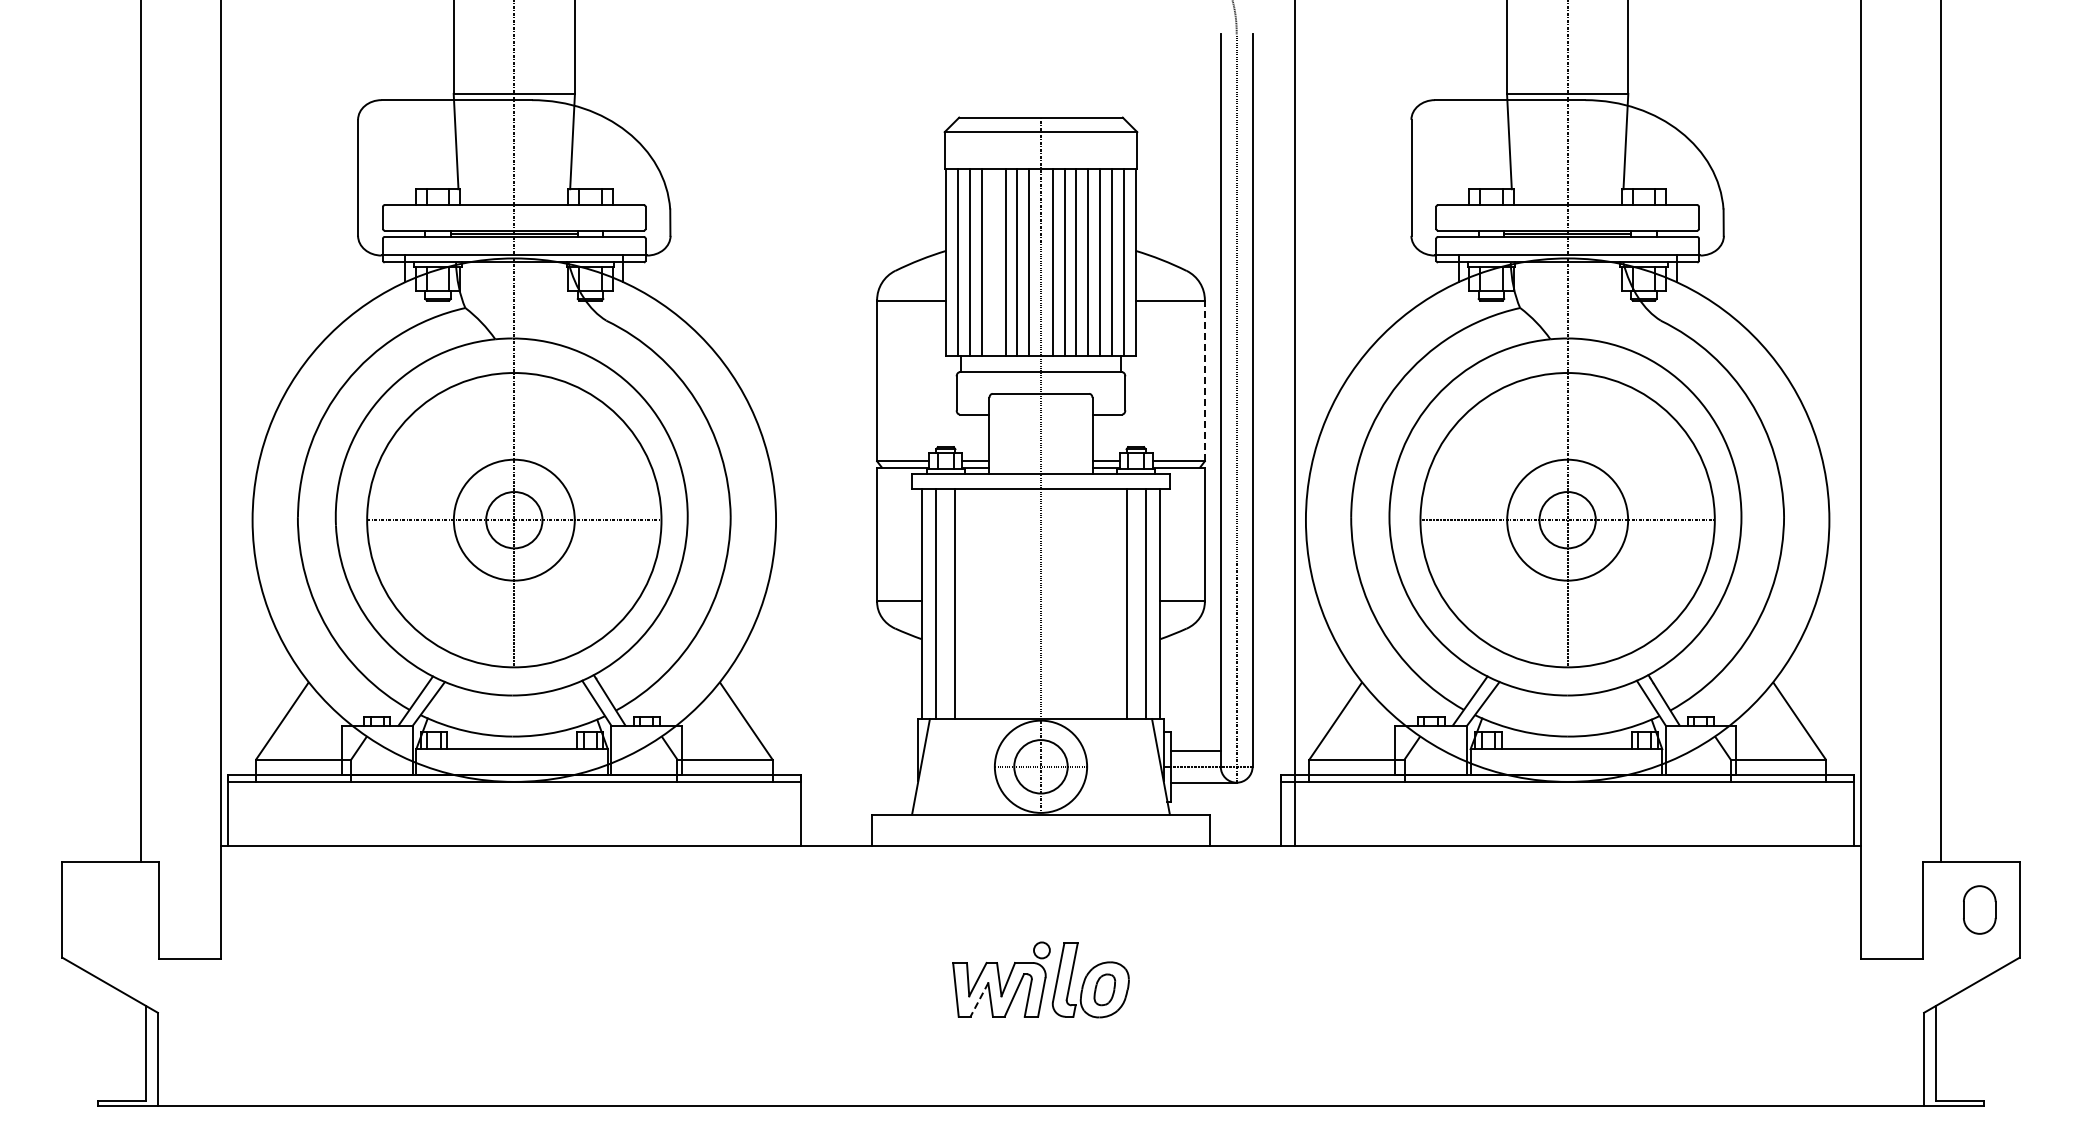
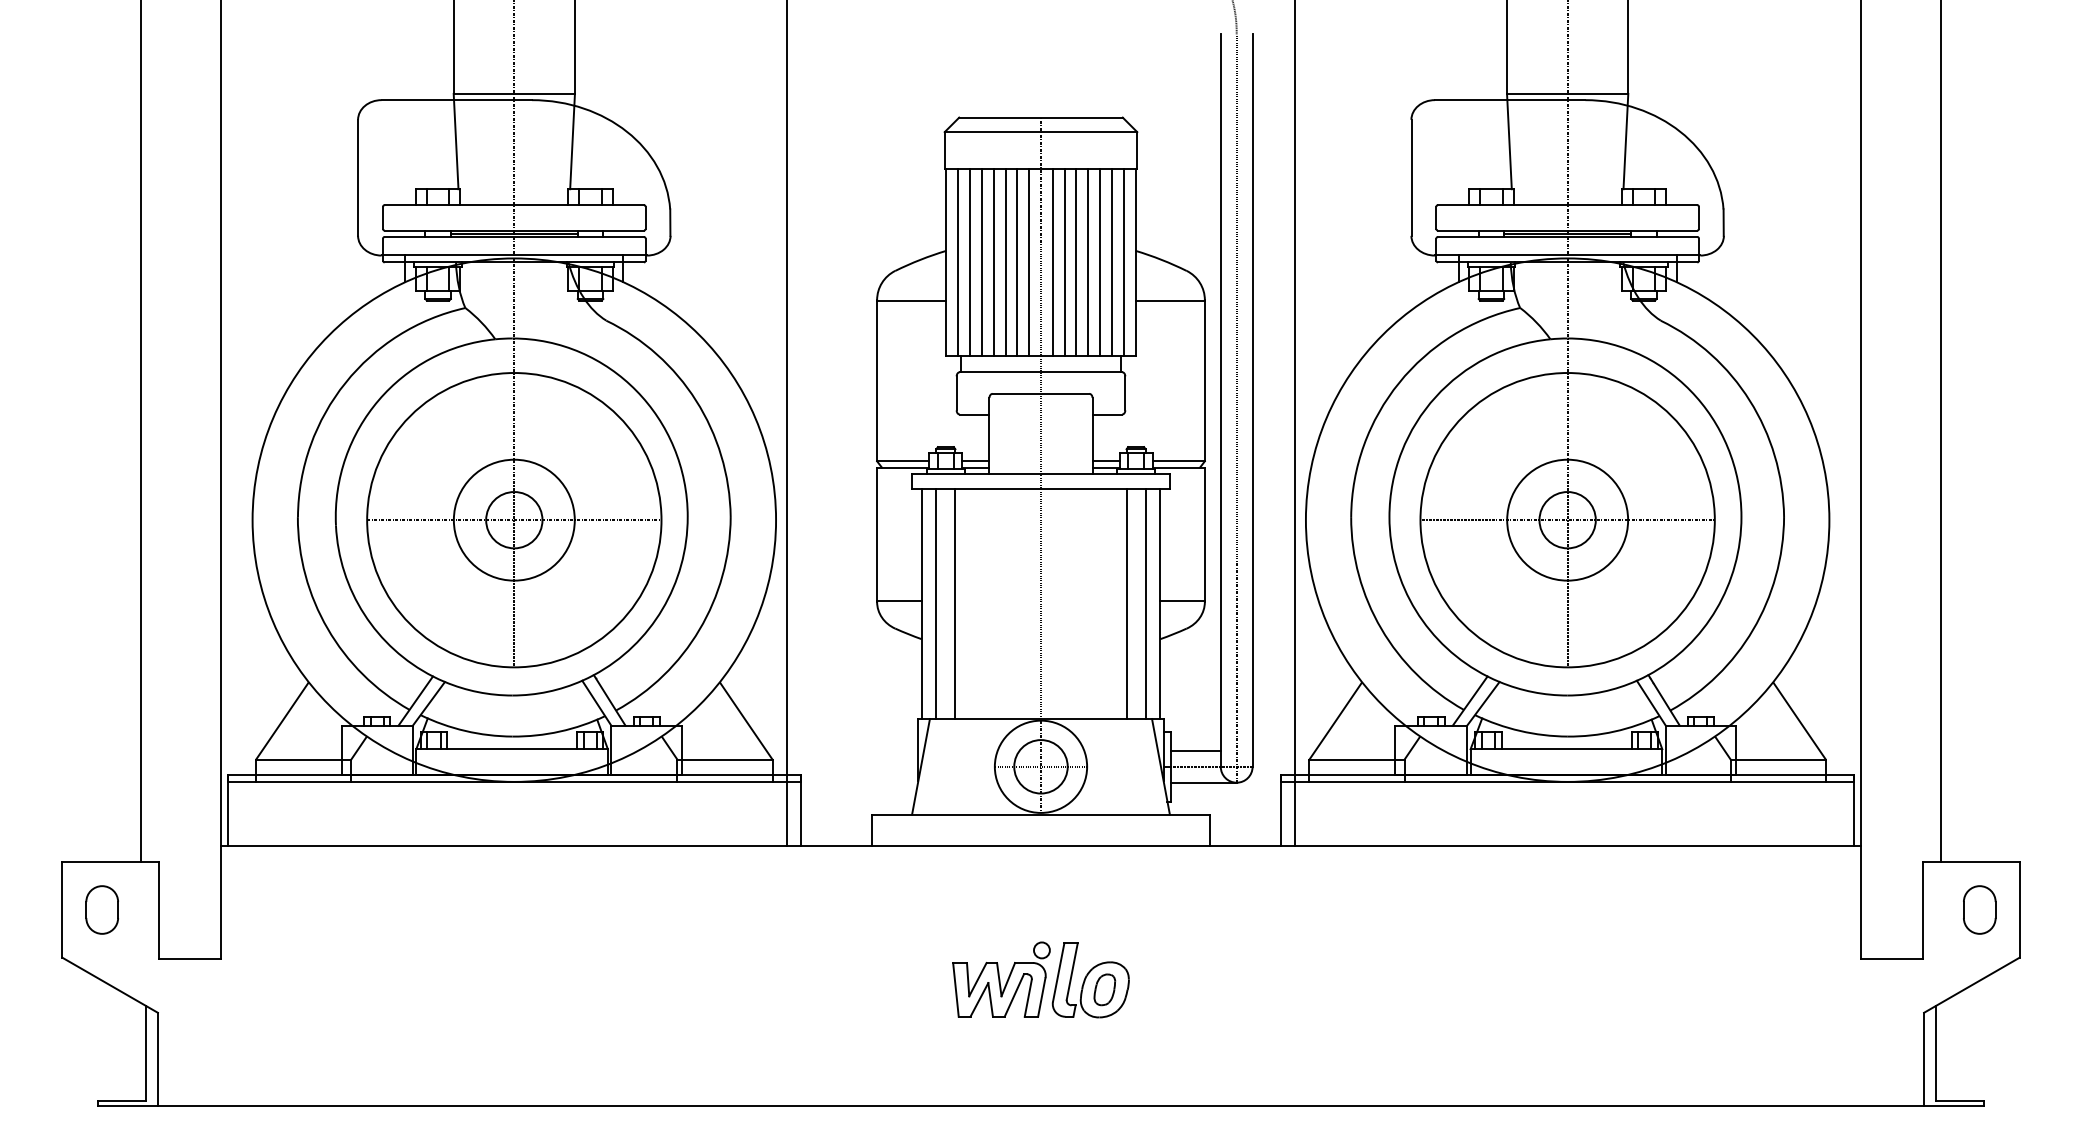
line at (993, 262): none -> present
line at (1204, 380): dashed -> solid
line at (787, 424): none -> present
part at (101, 909): none -> present
line at (979, 1000): dashed -> solid
